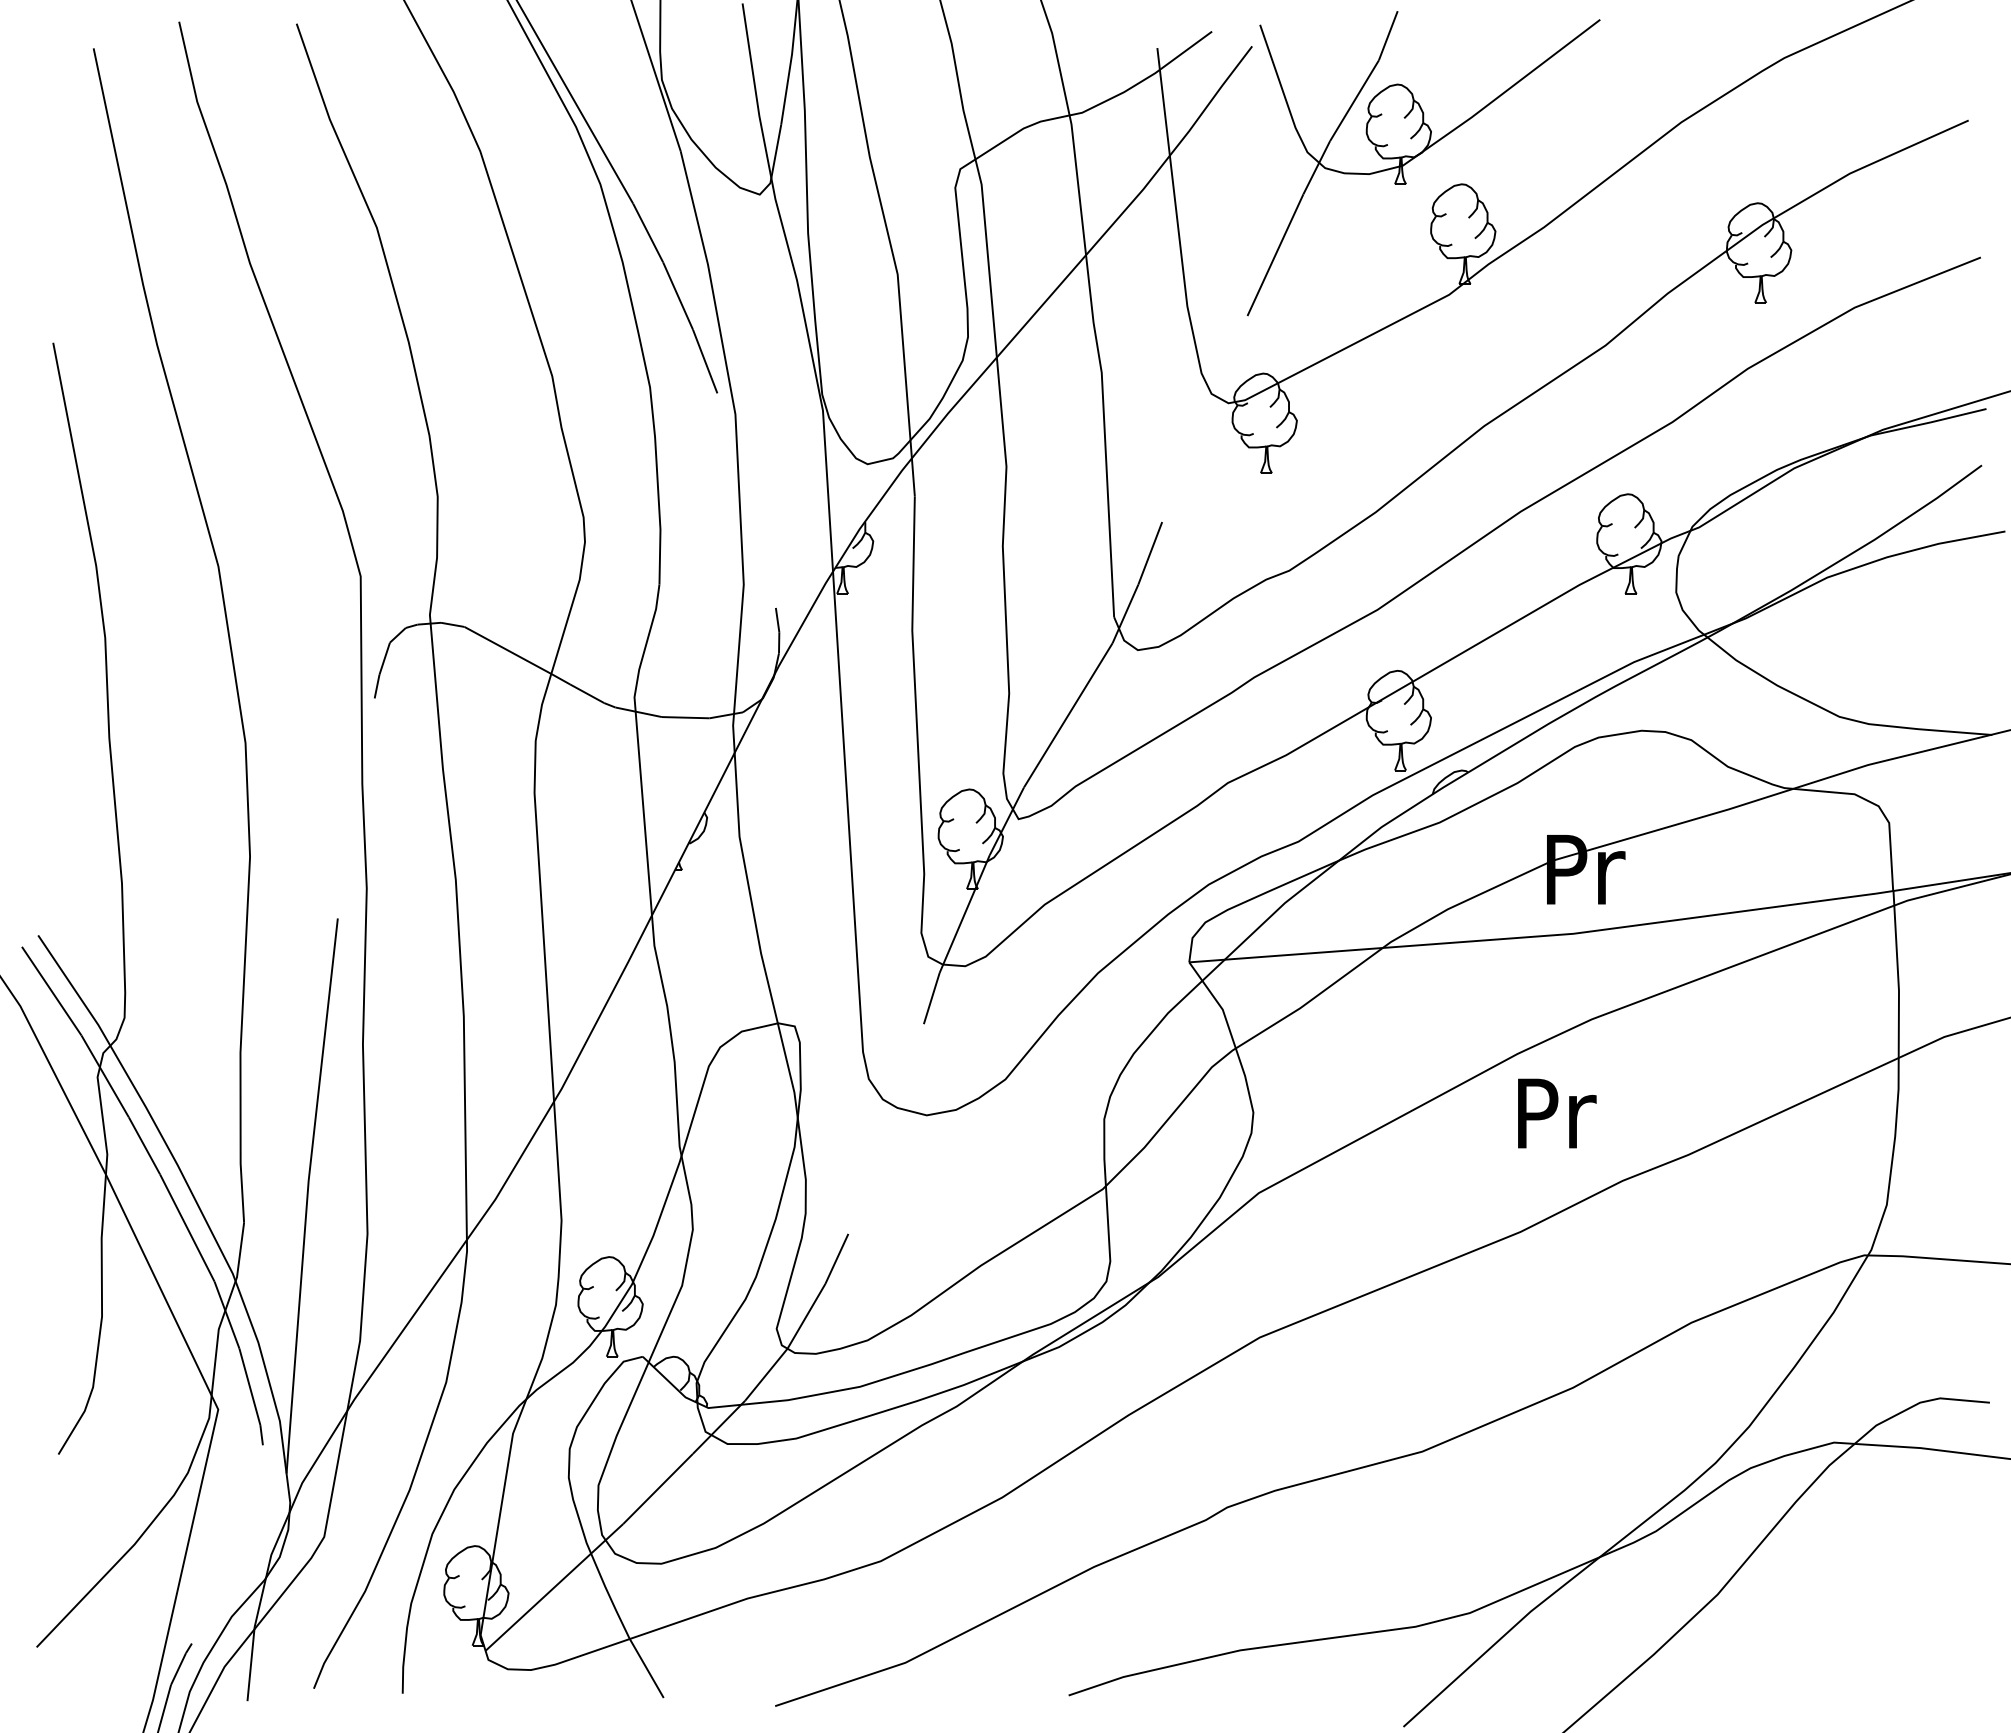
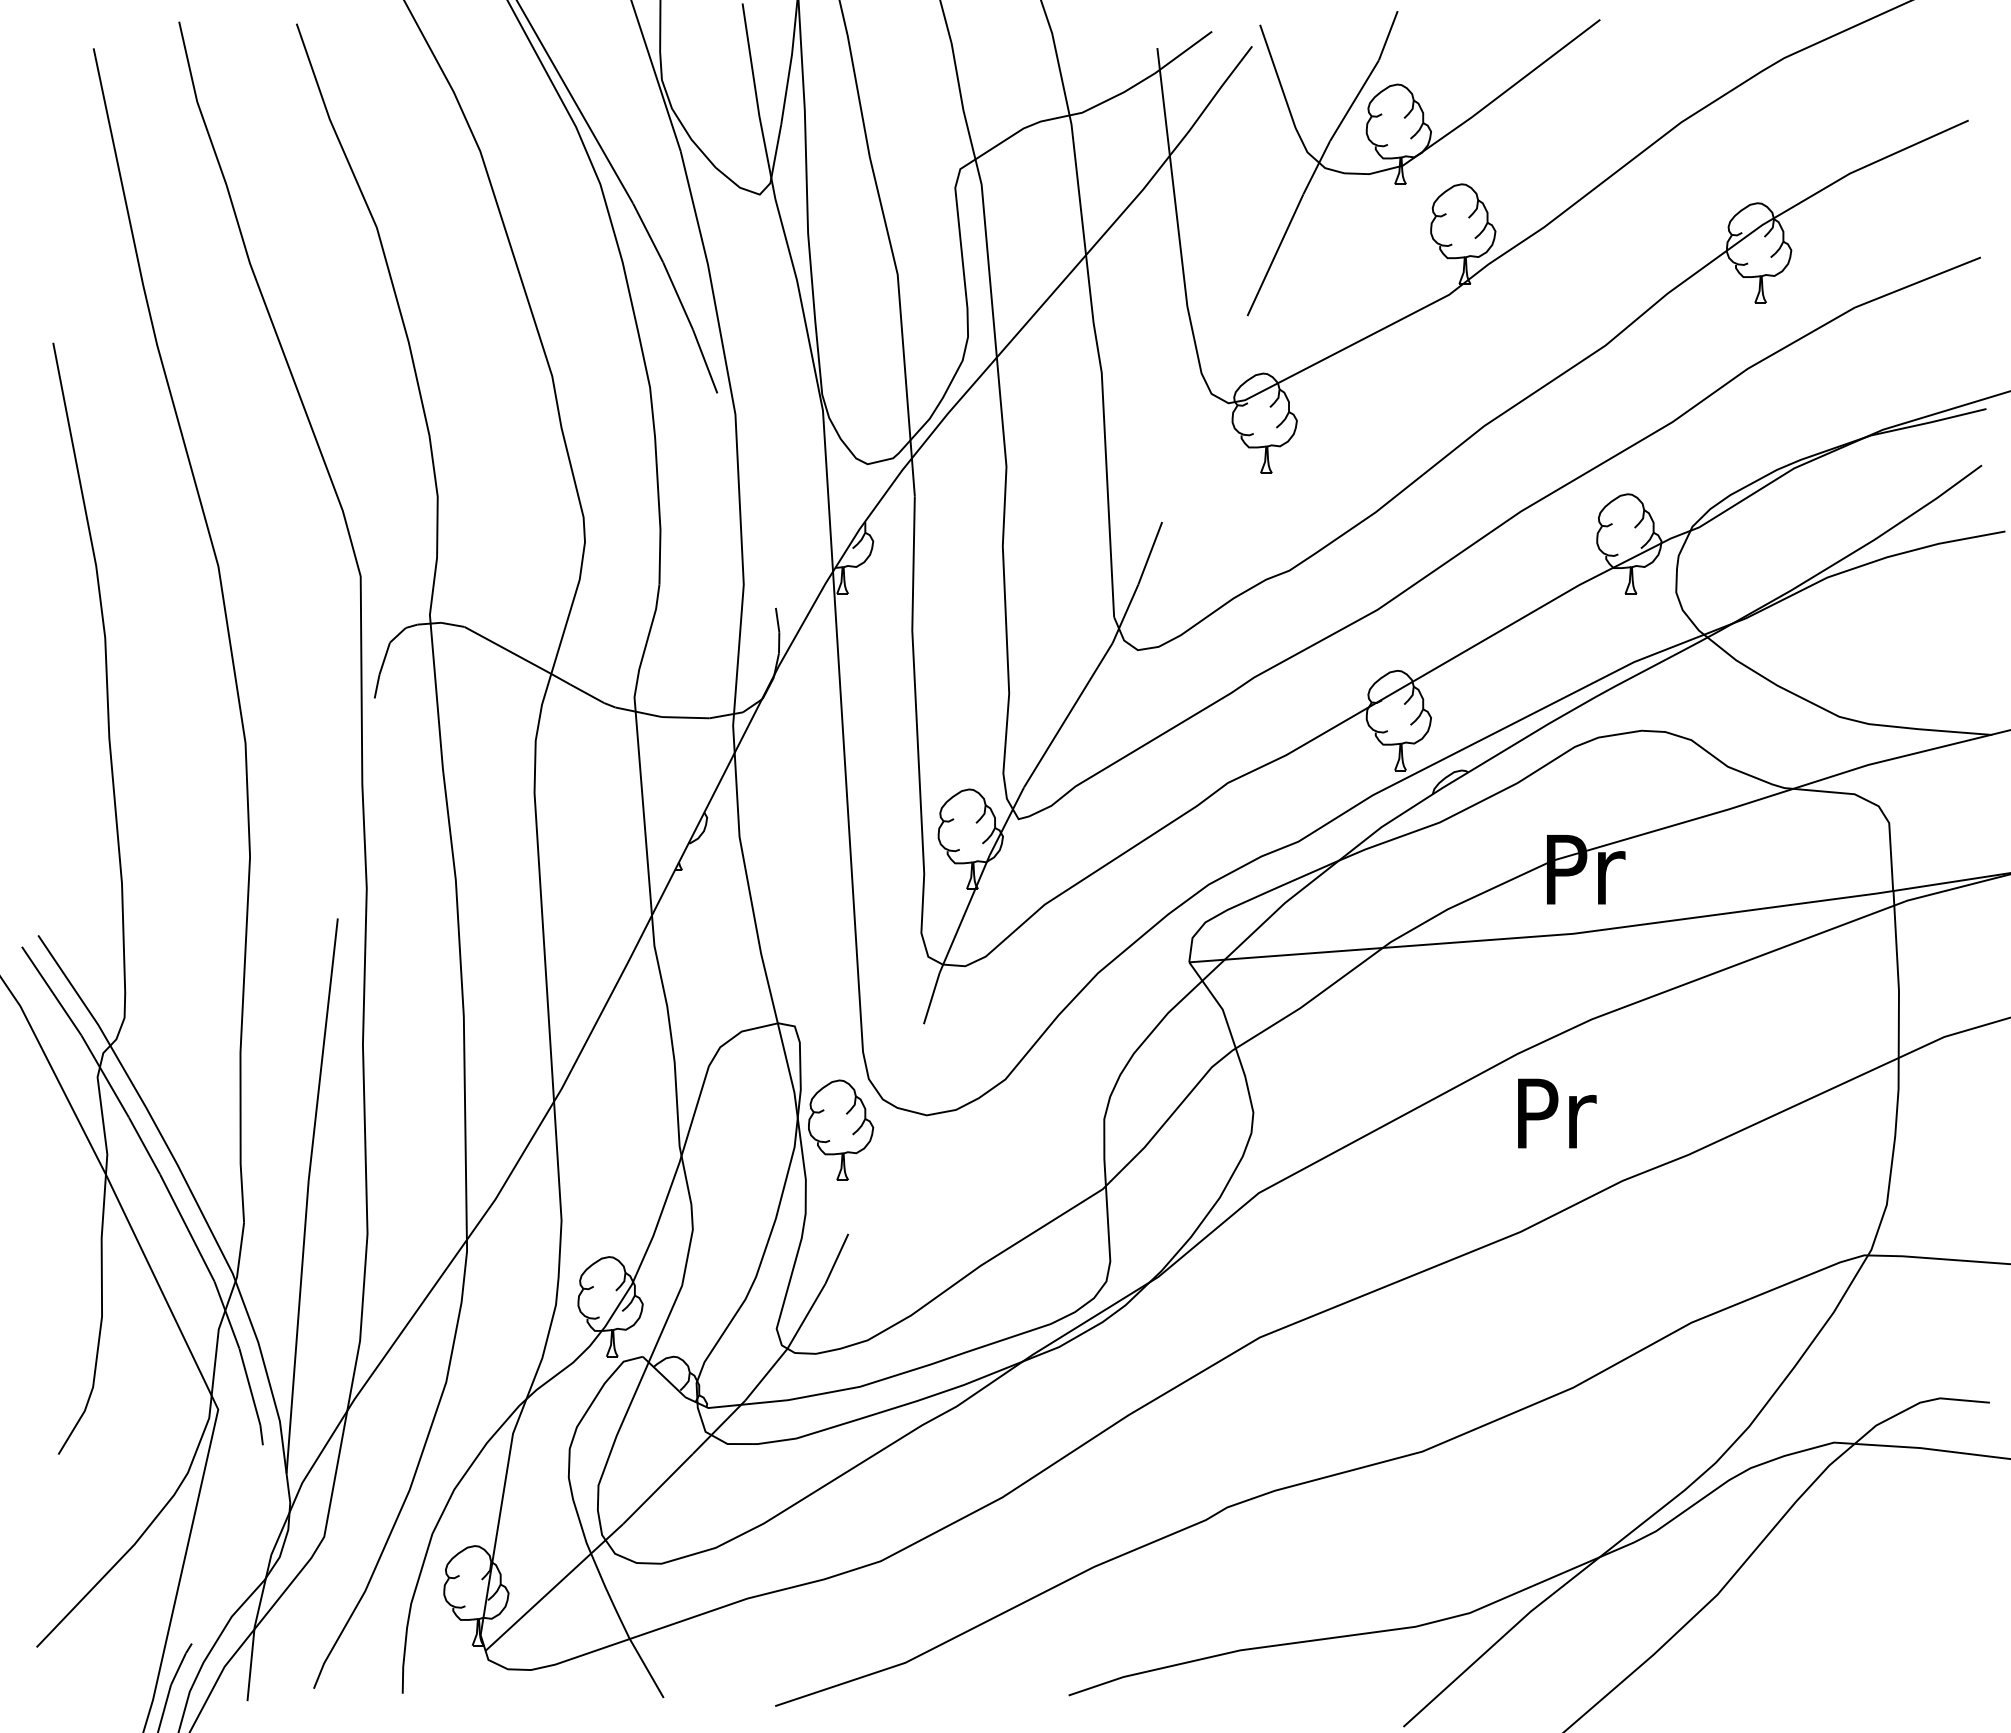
part at (841, 1129): none -> present
